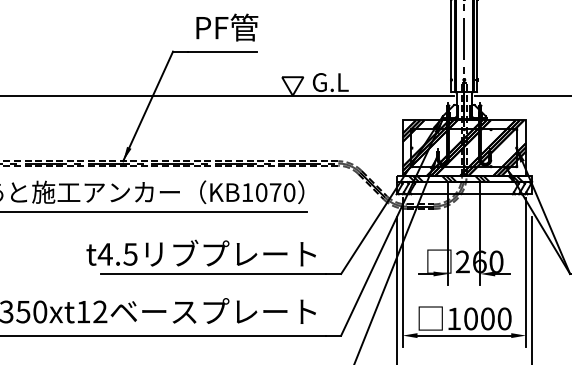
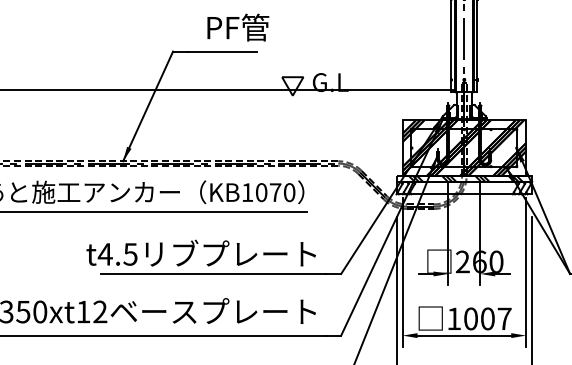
text at (227, 27) position: (227, 27) -> (238, 27)
line at (228, 95) position: (228, 95) -> (228, 89)
line at (521, 95): present -> none
text at (504, 318): 1000 -> 1007
